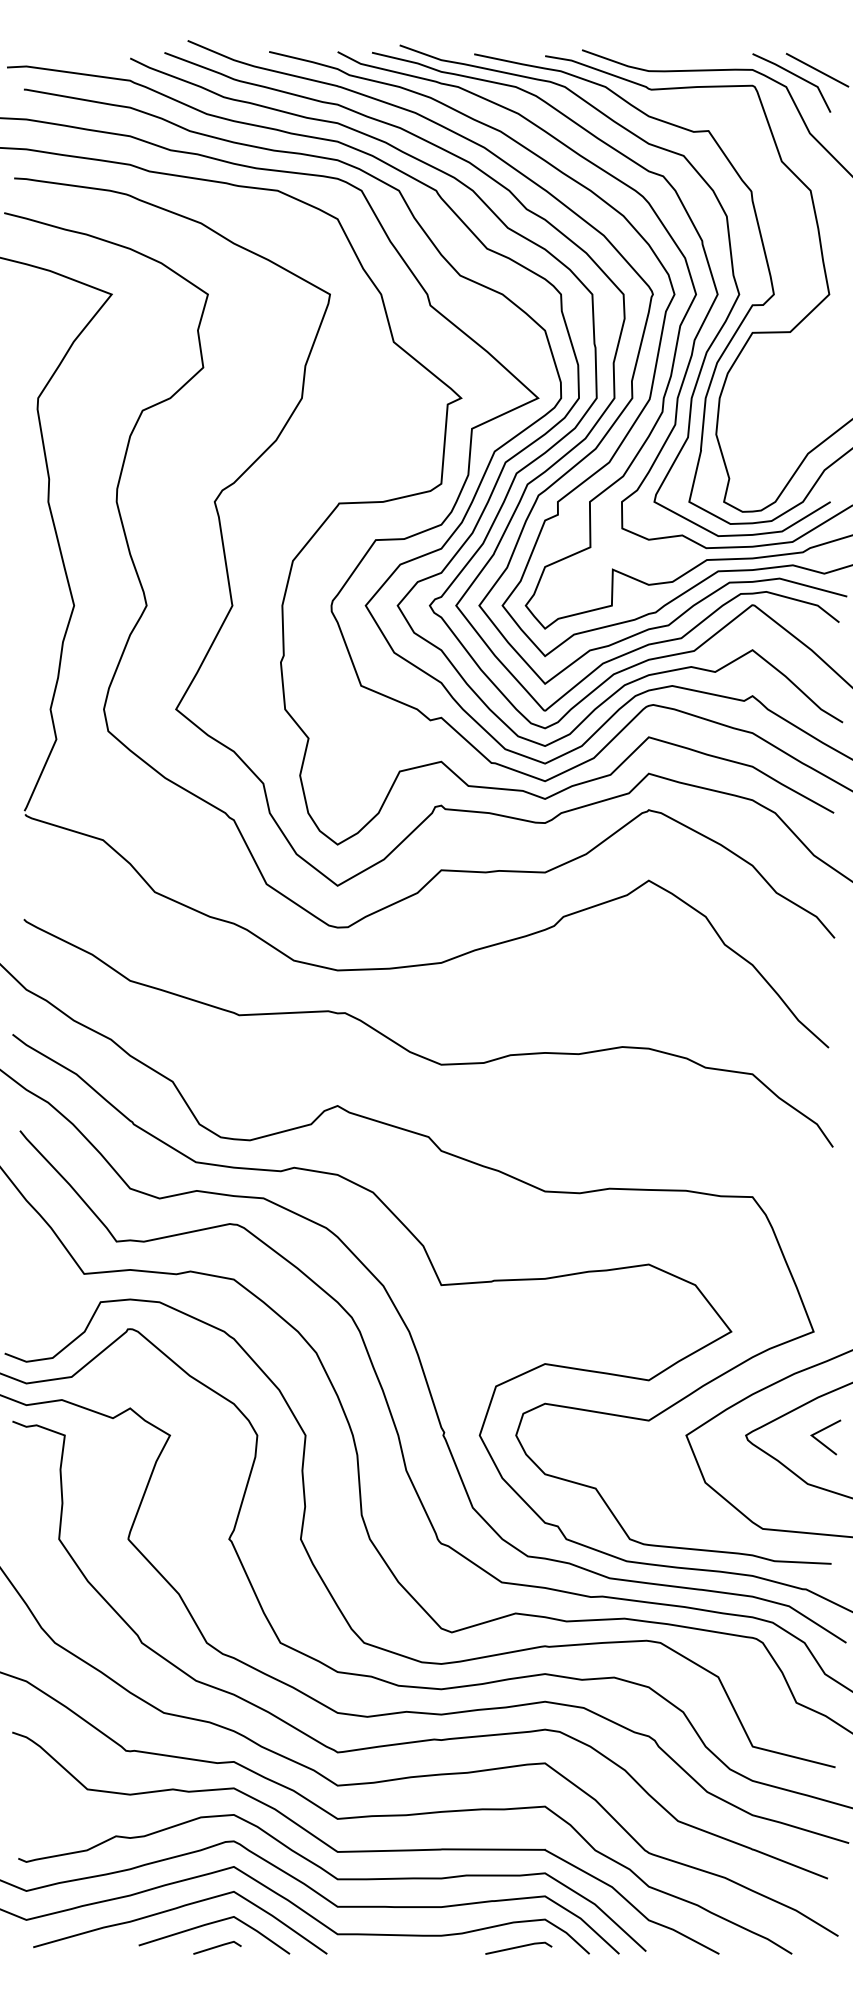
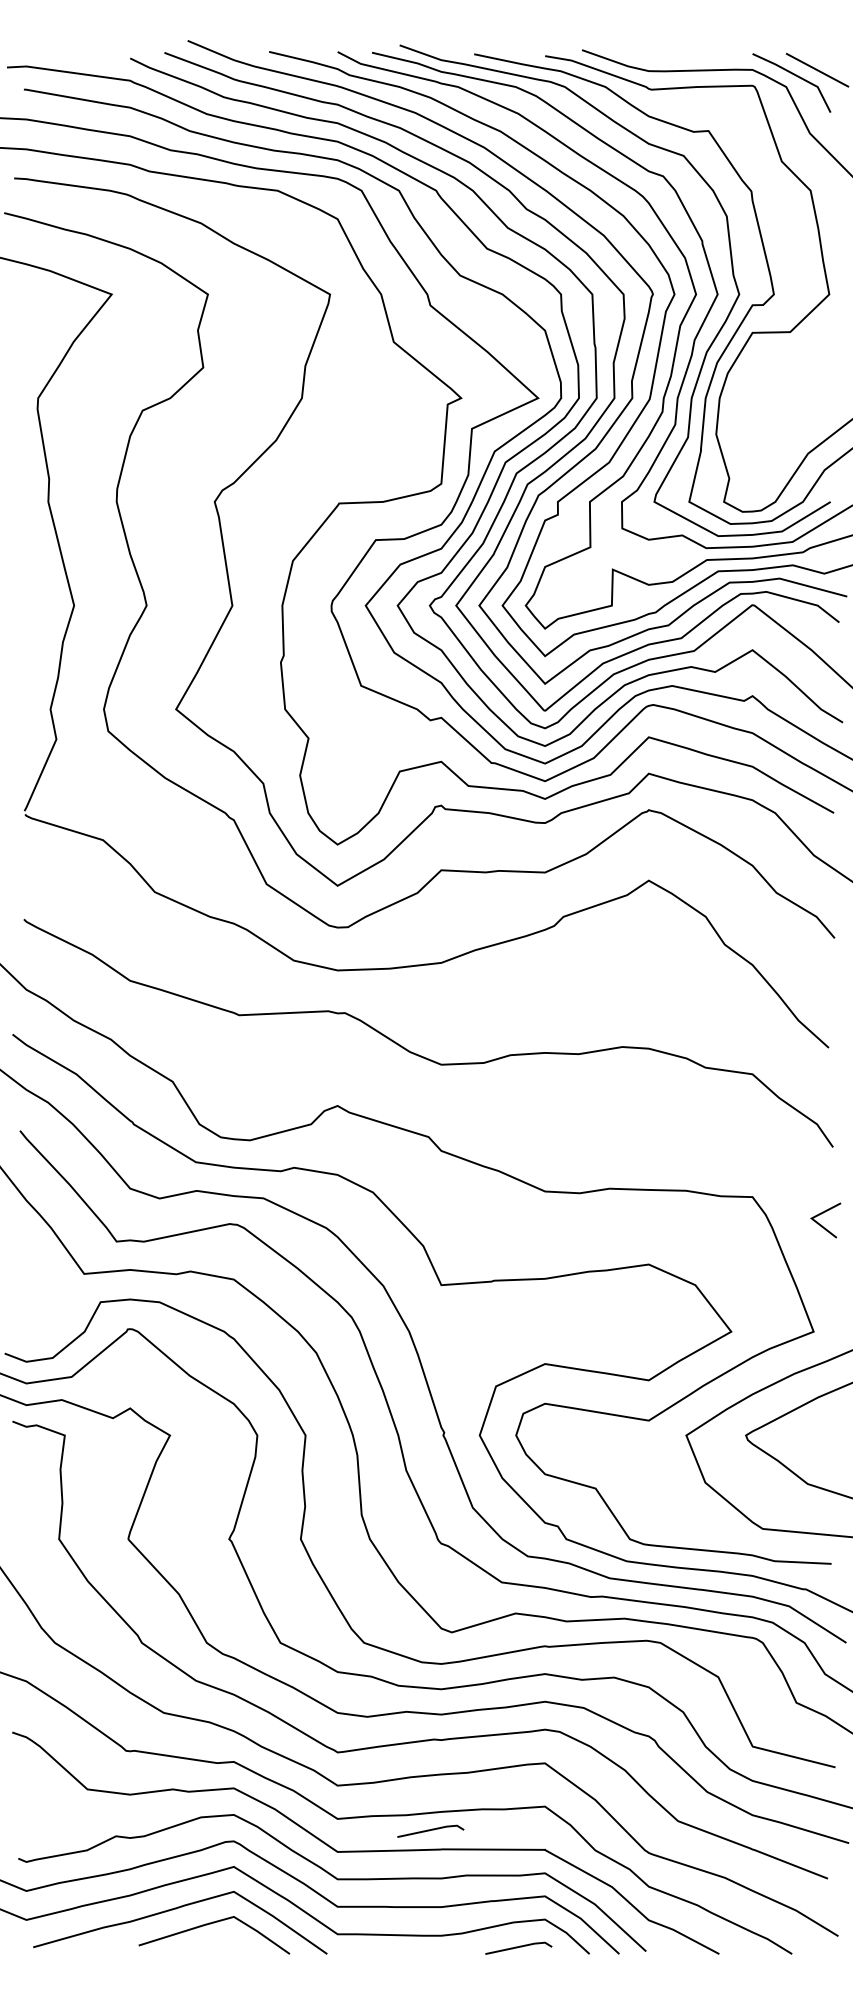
line at (821, 1441) position: (821, 1441) -> (821, 1224)
line at (430, 1830): none -> present
line at (217, 1947): present -> none
